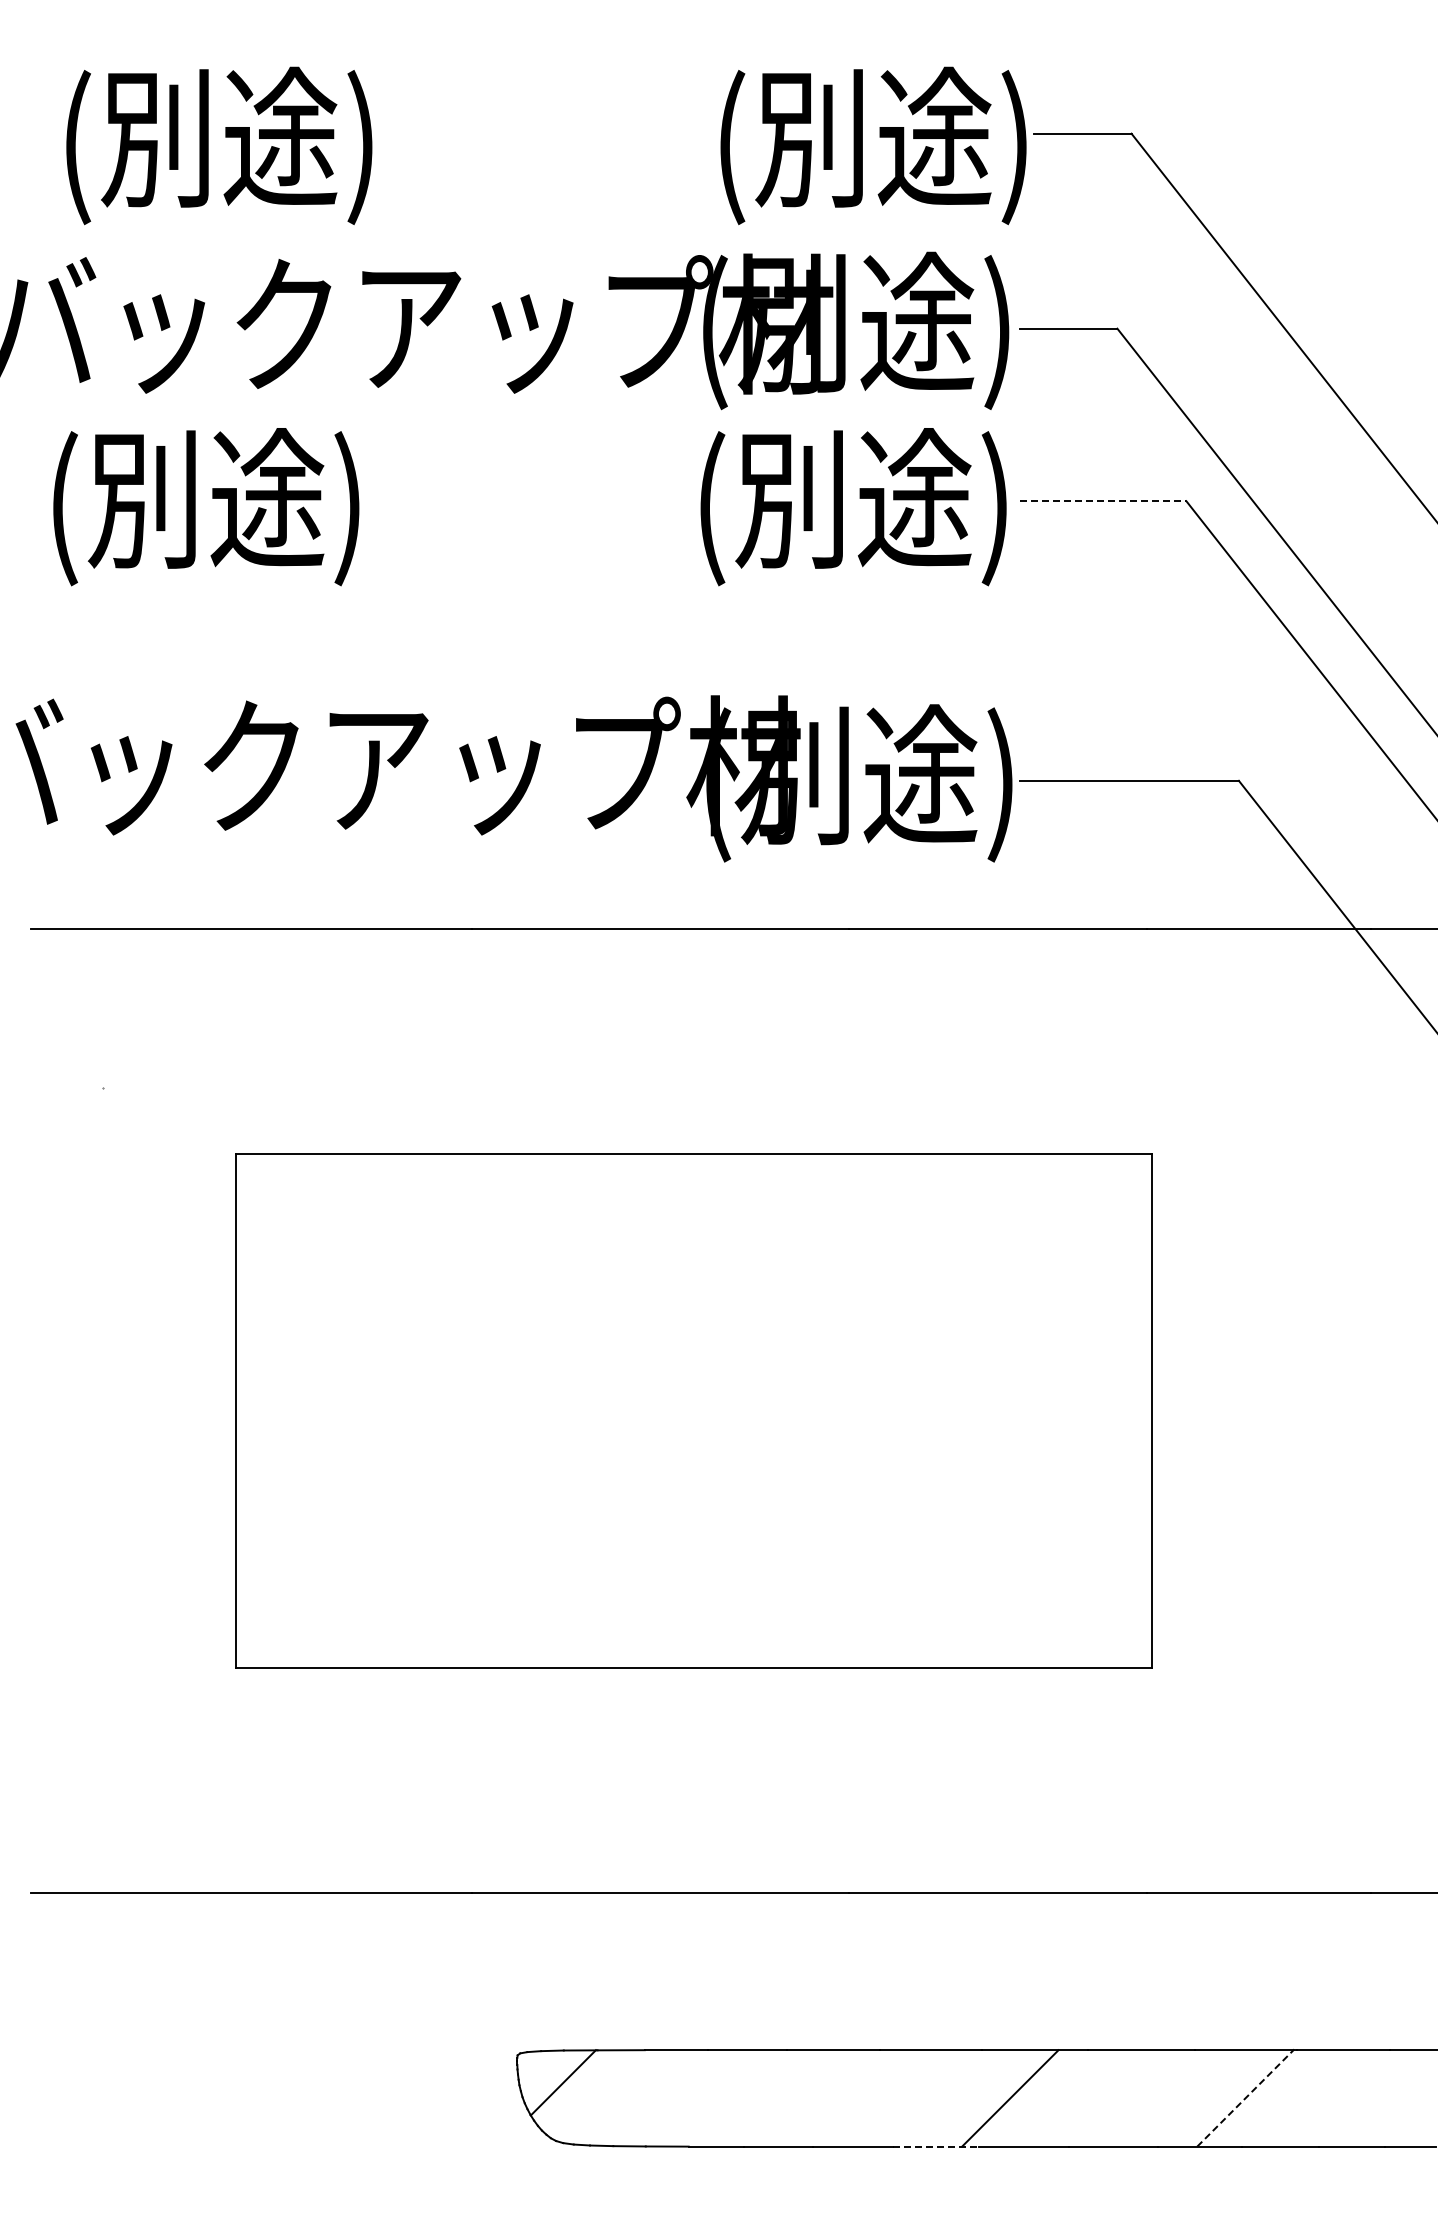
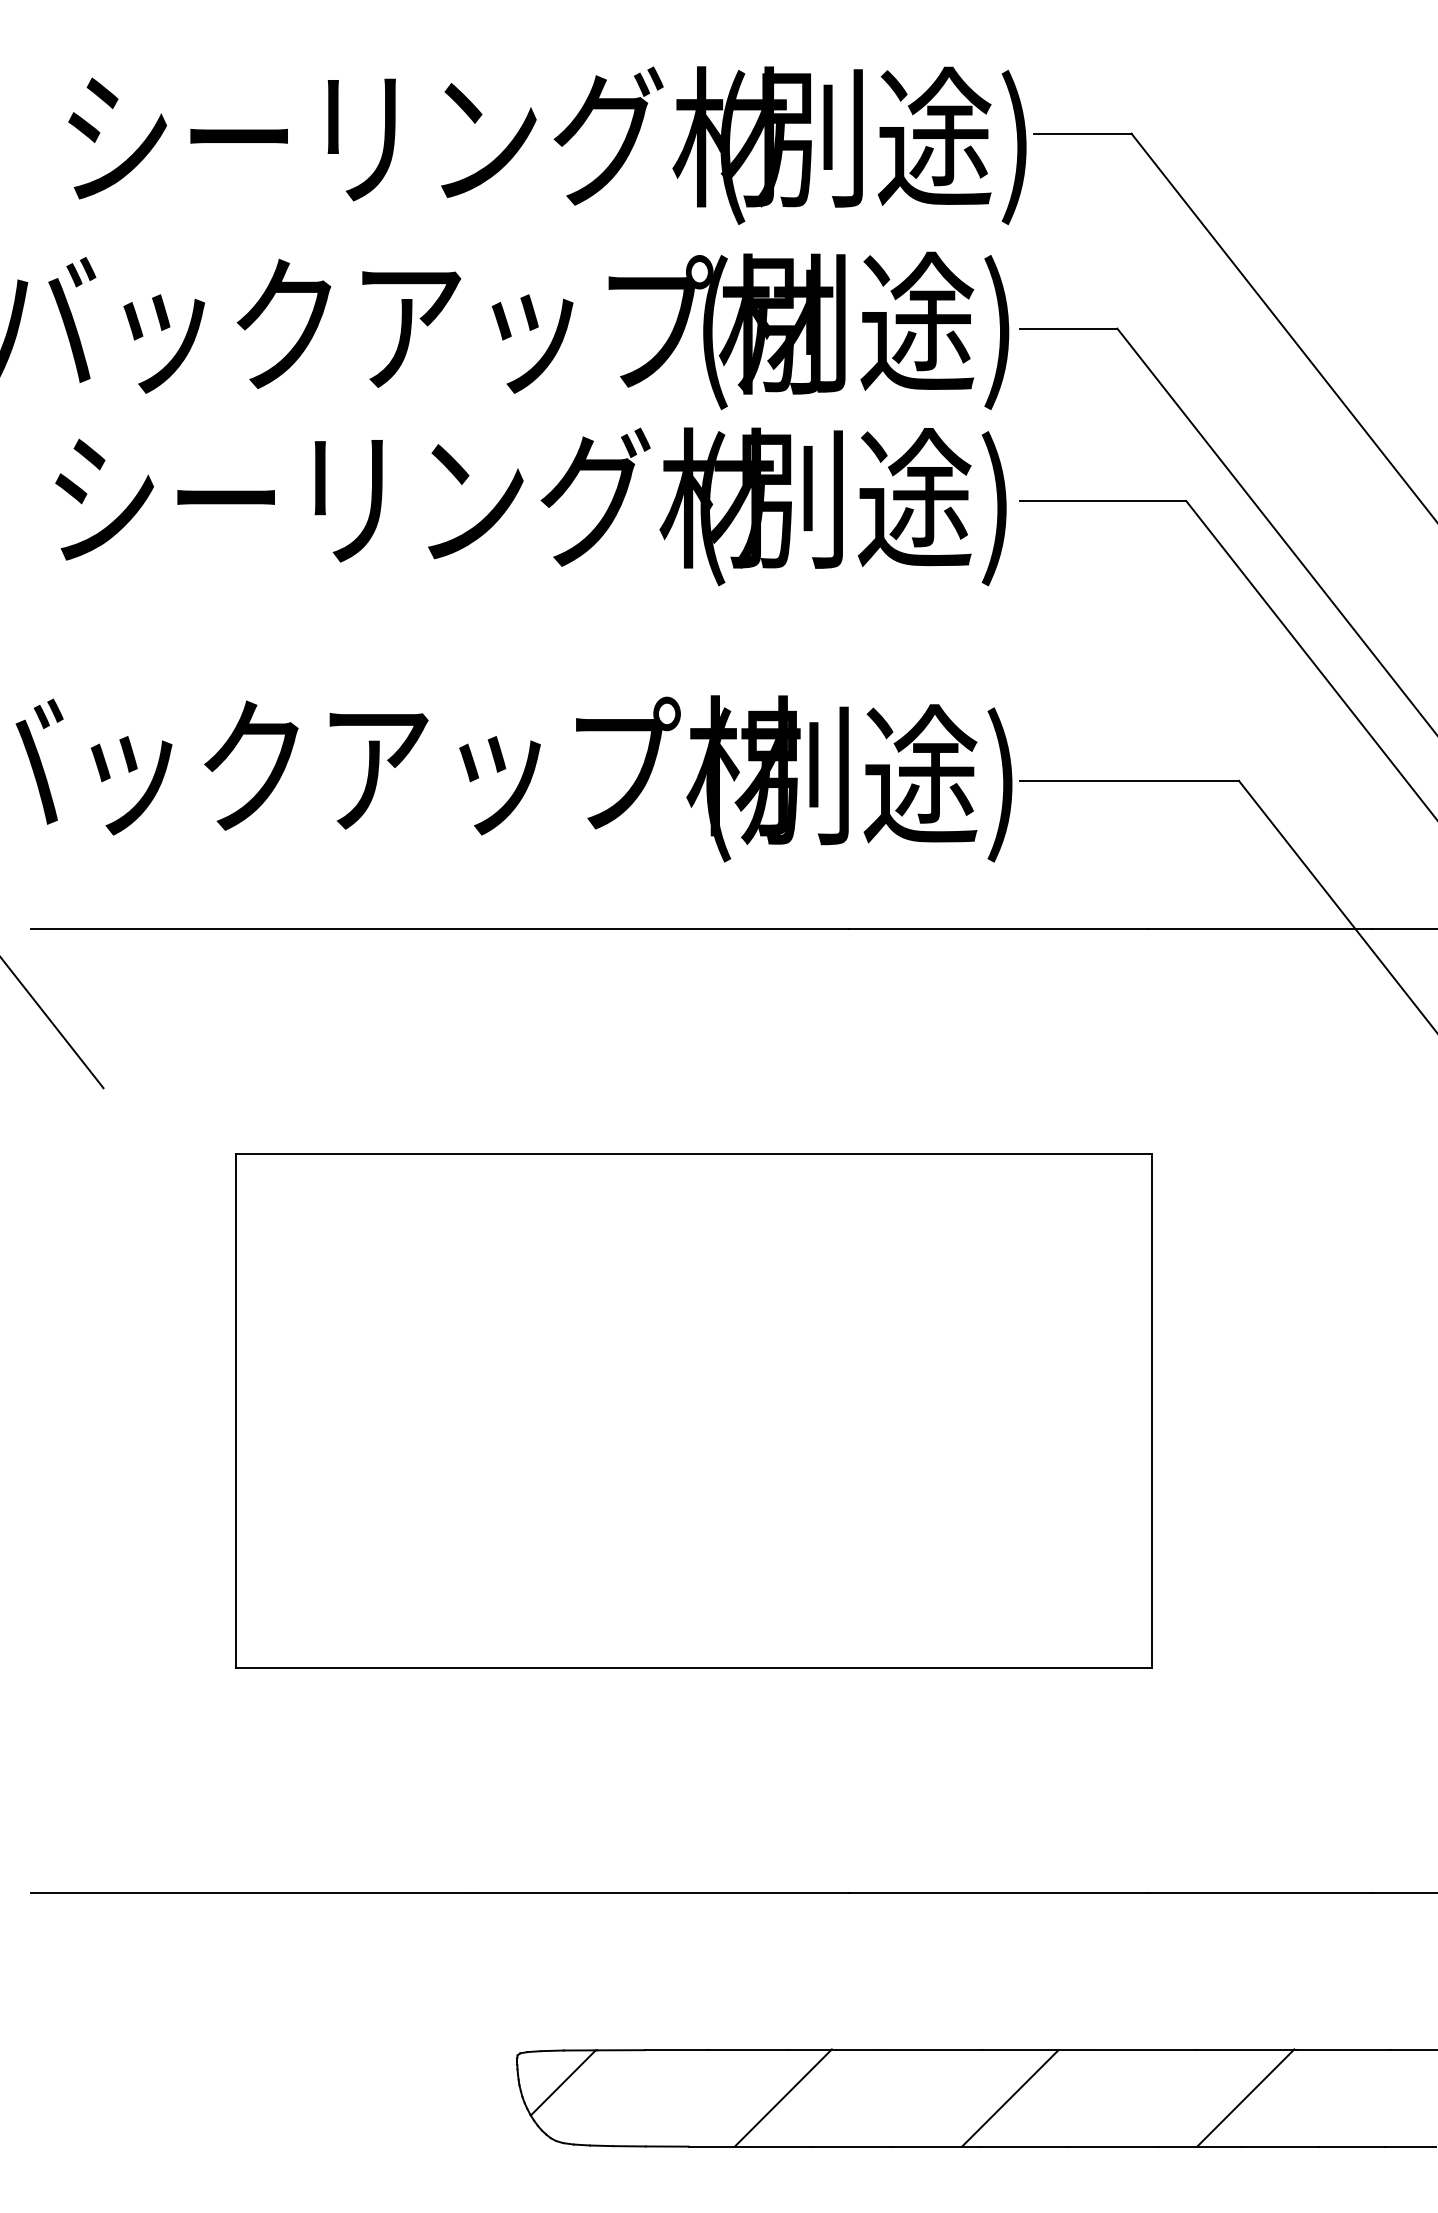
text at (426, 145): (別途) -> シーリング材
line at (1103, 501): dashed -> solid
text at (413, 506): (別途) -> シーリング材
line at (52, 1023): none -> present
line at (782, 2097): none -> present
line at (1245, 2098): dashed -> solid
line at (936, 2146): dashed -> solid
